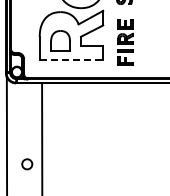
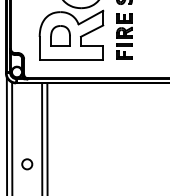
part at (60, 40) position: (60, 40) -> (60, 35)
part at (125, 42) position: (125, 42) -> (124, 36)
line at (71, 59): dashed -> solid
line at (12, 137): none -> present
line at (47, 137): none -> present
